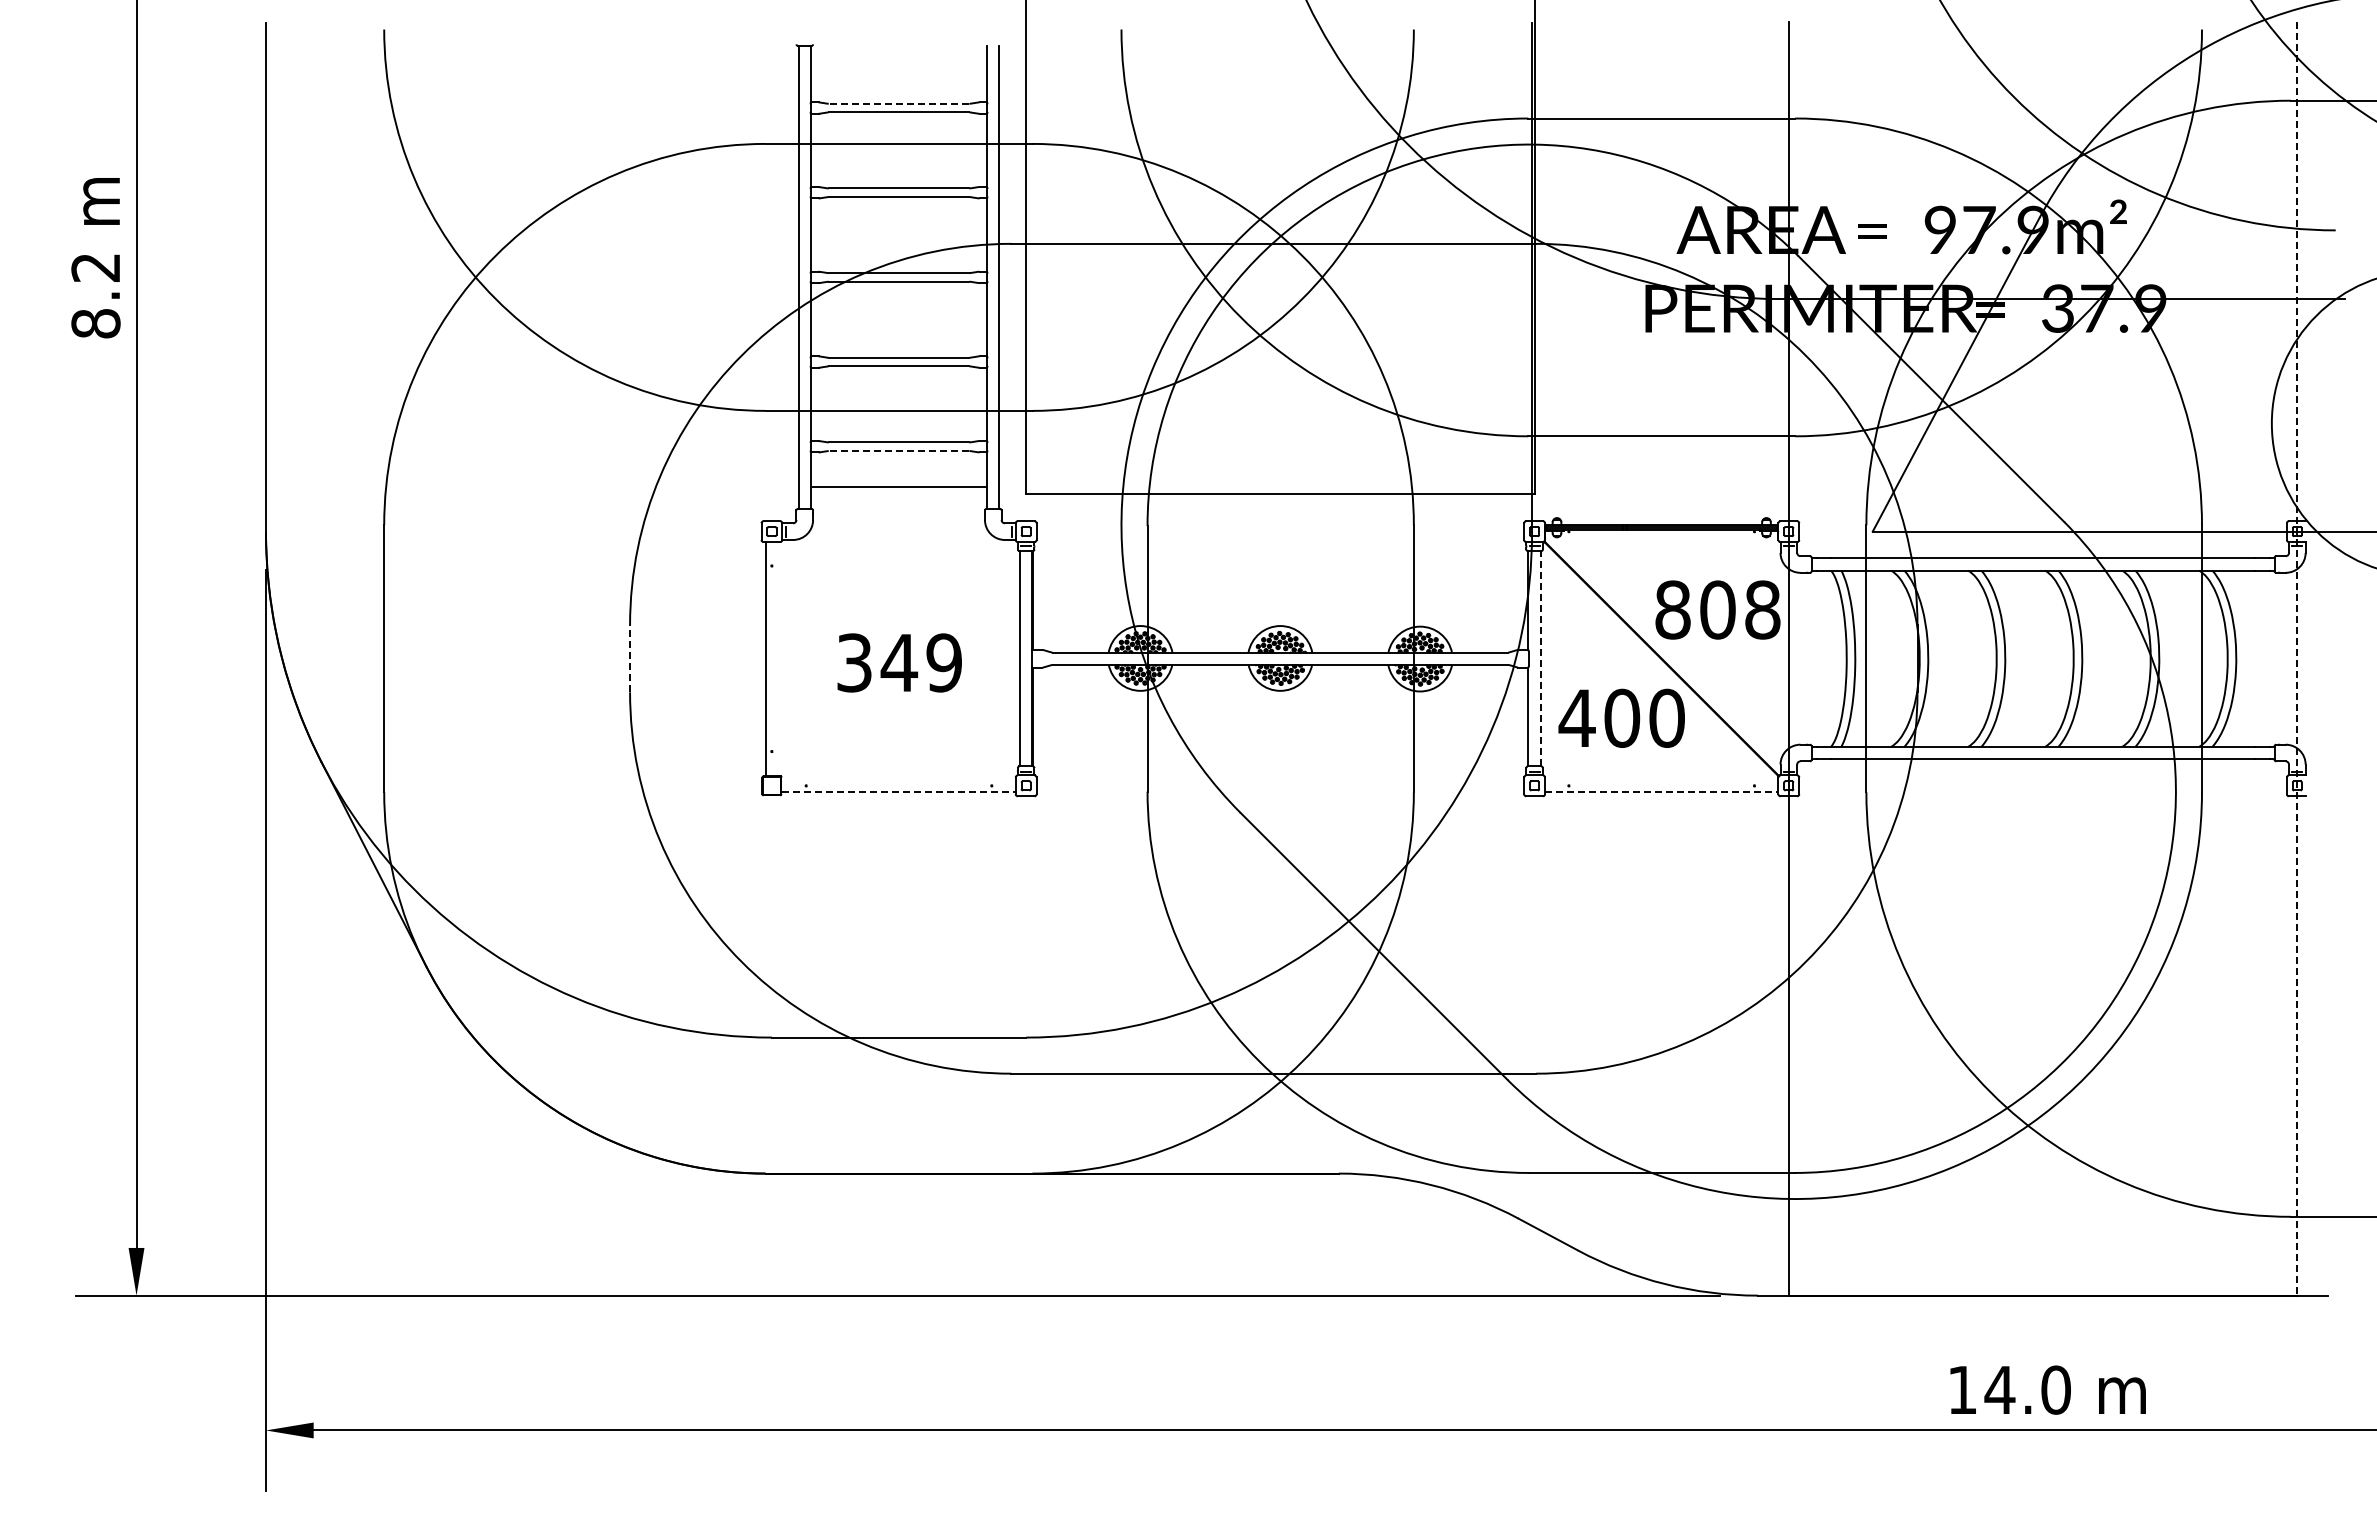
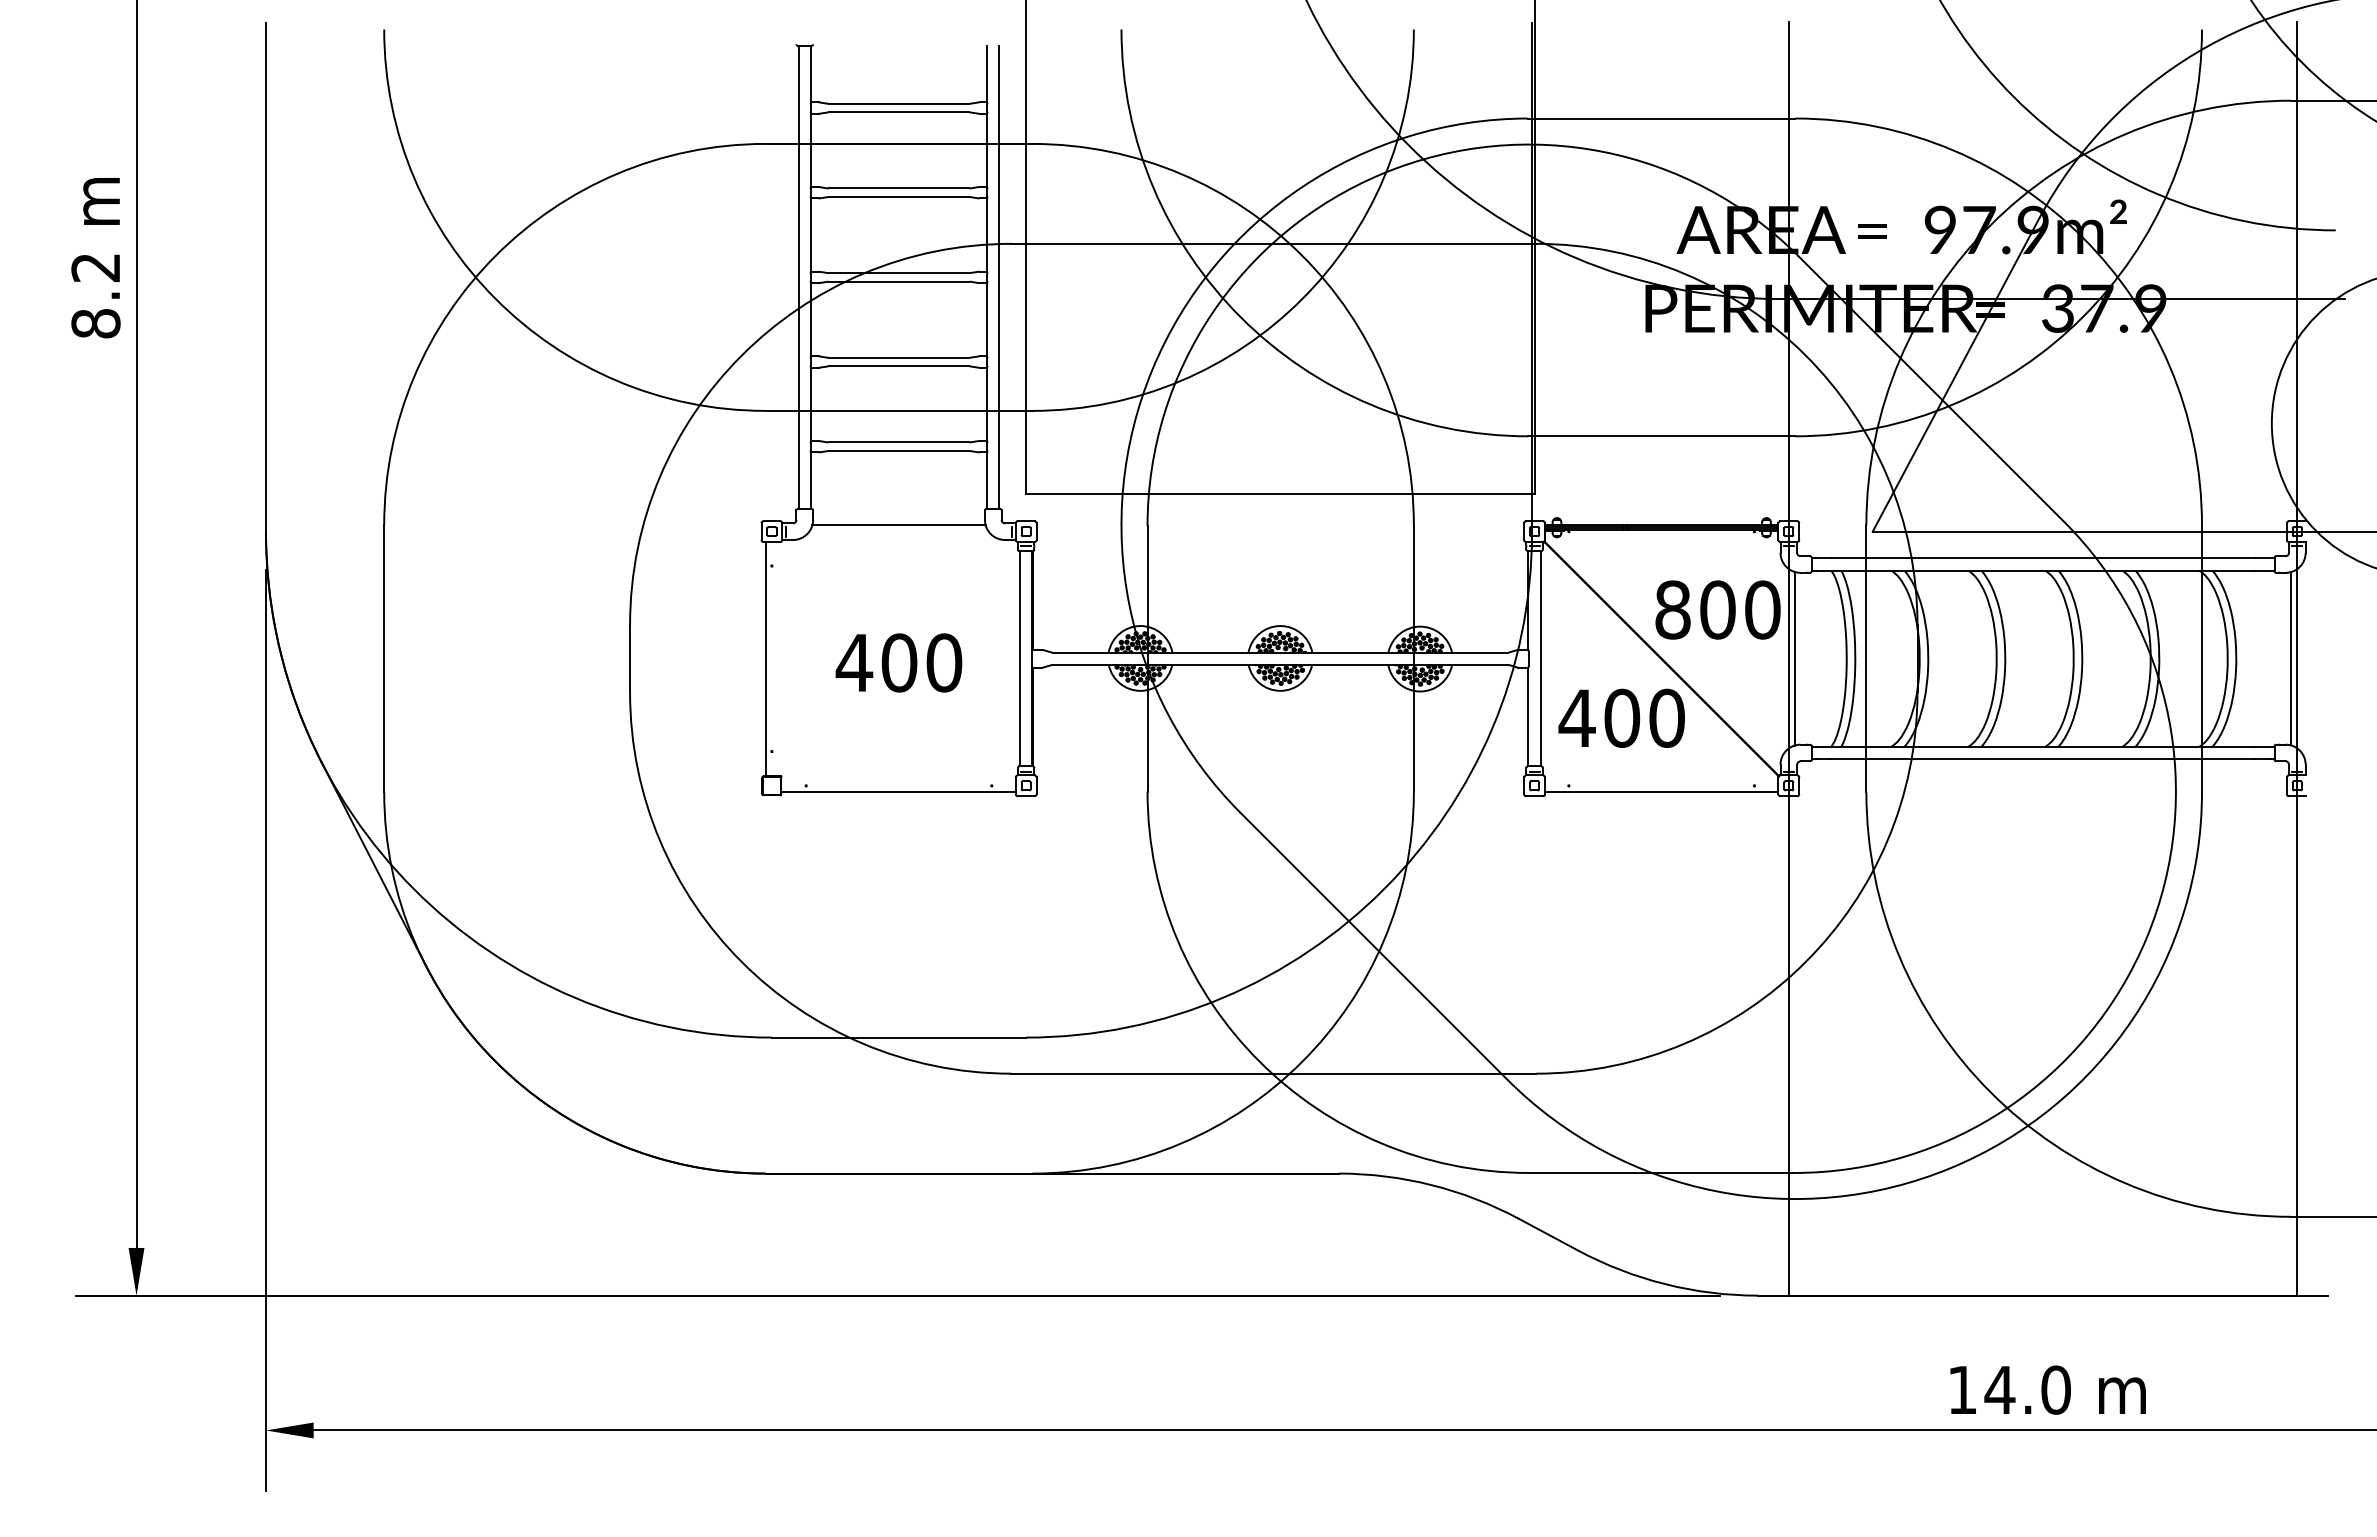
line at (898, 103): dashed -> solid
line at (898, 451): dashed -> solid
line at (898, 487) position: (898, 487) -> (898, 525)
text at (1762, 609): 808 -> 800
line at (630, 658): dashed -> solid
line at (1540, 658): dashed -> solid
line at (1794, 658): none -> present
line at (2290, 658): none -> present
line at (2297, 658): dashed -> solid
text at (898, 662): 349 -> 400
line at (1661, 791): dashed -> solid
line at (898, 792): dashed -> solid
